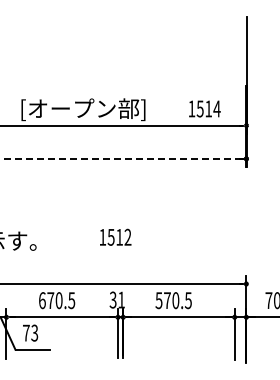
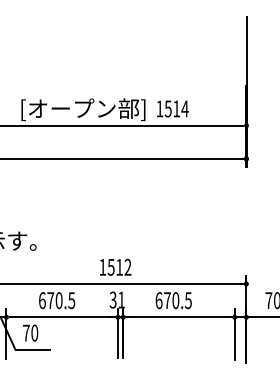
text at (204, 108) position: (204, 108) -> (172, 108)
line at (120, 158): dashed -> solid
text at (115, 236) position: (115, 236) -> (115, 266)
text at (158, 300): 570.5 -> 670.5
text at (34, 332): 73 -> 70
